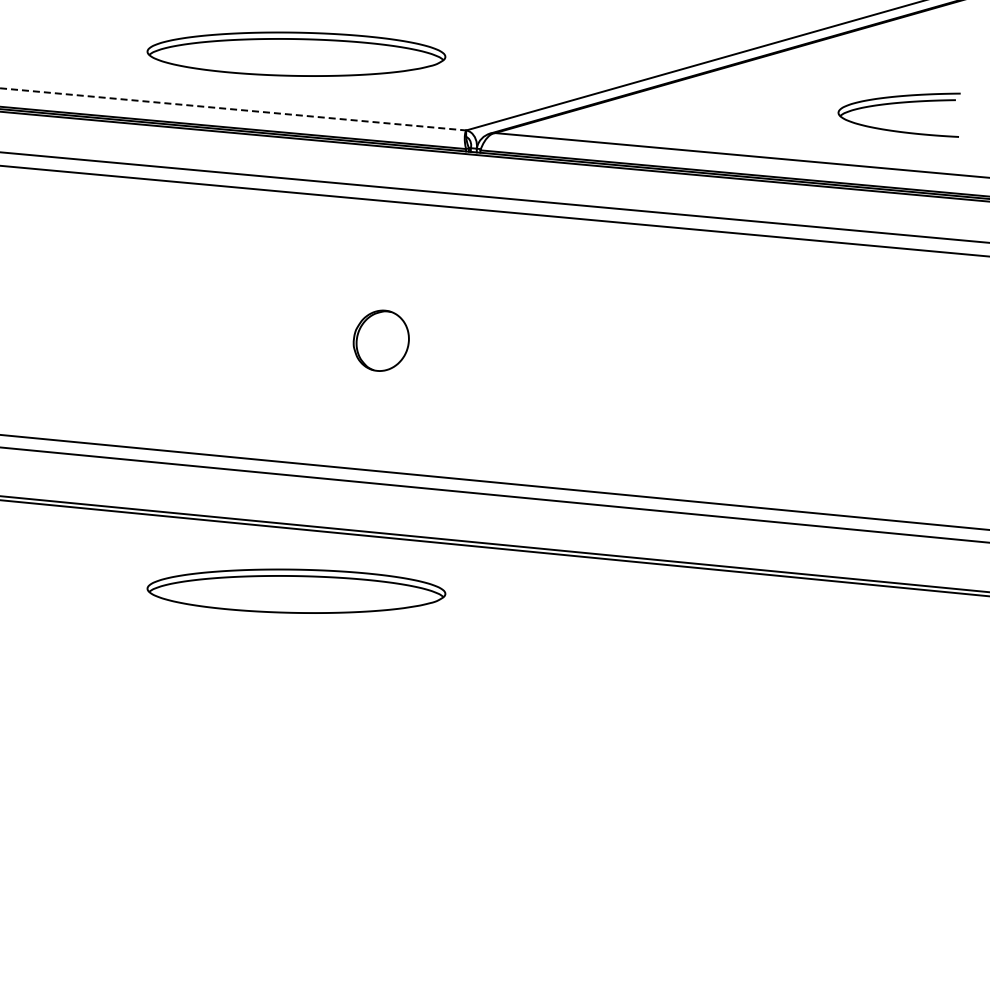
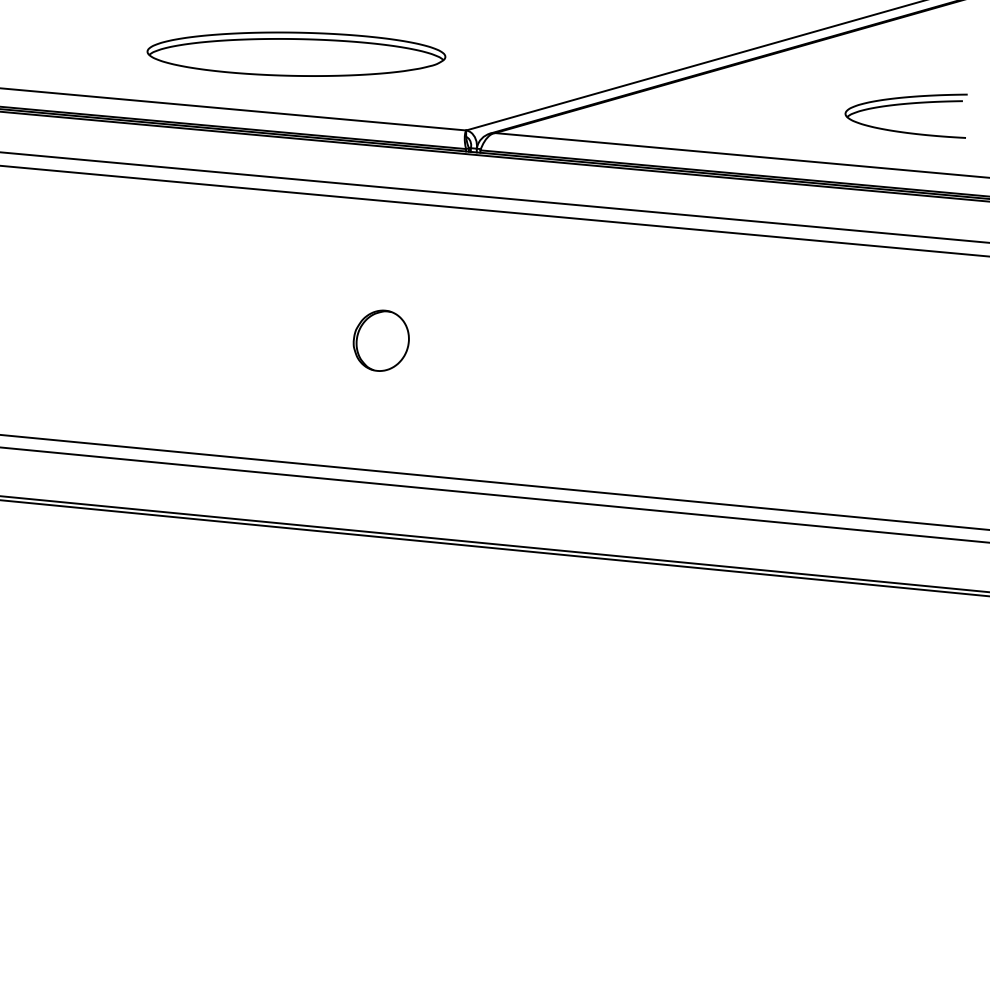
part at (894, 104) position: (894, 104) -> (901, 105)
line at (233, 109): dashed -> solid
part at (296, 590): present -> none
